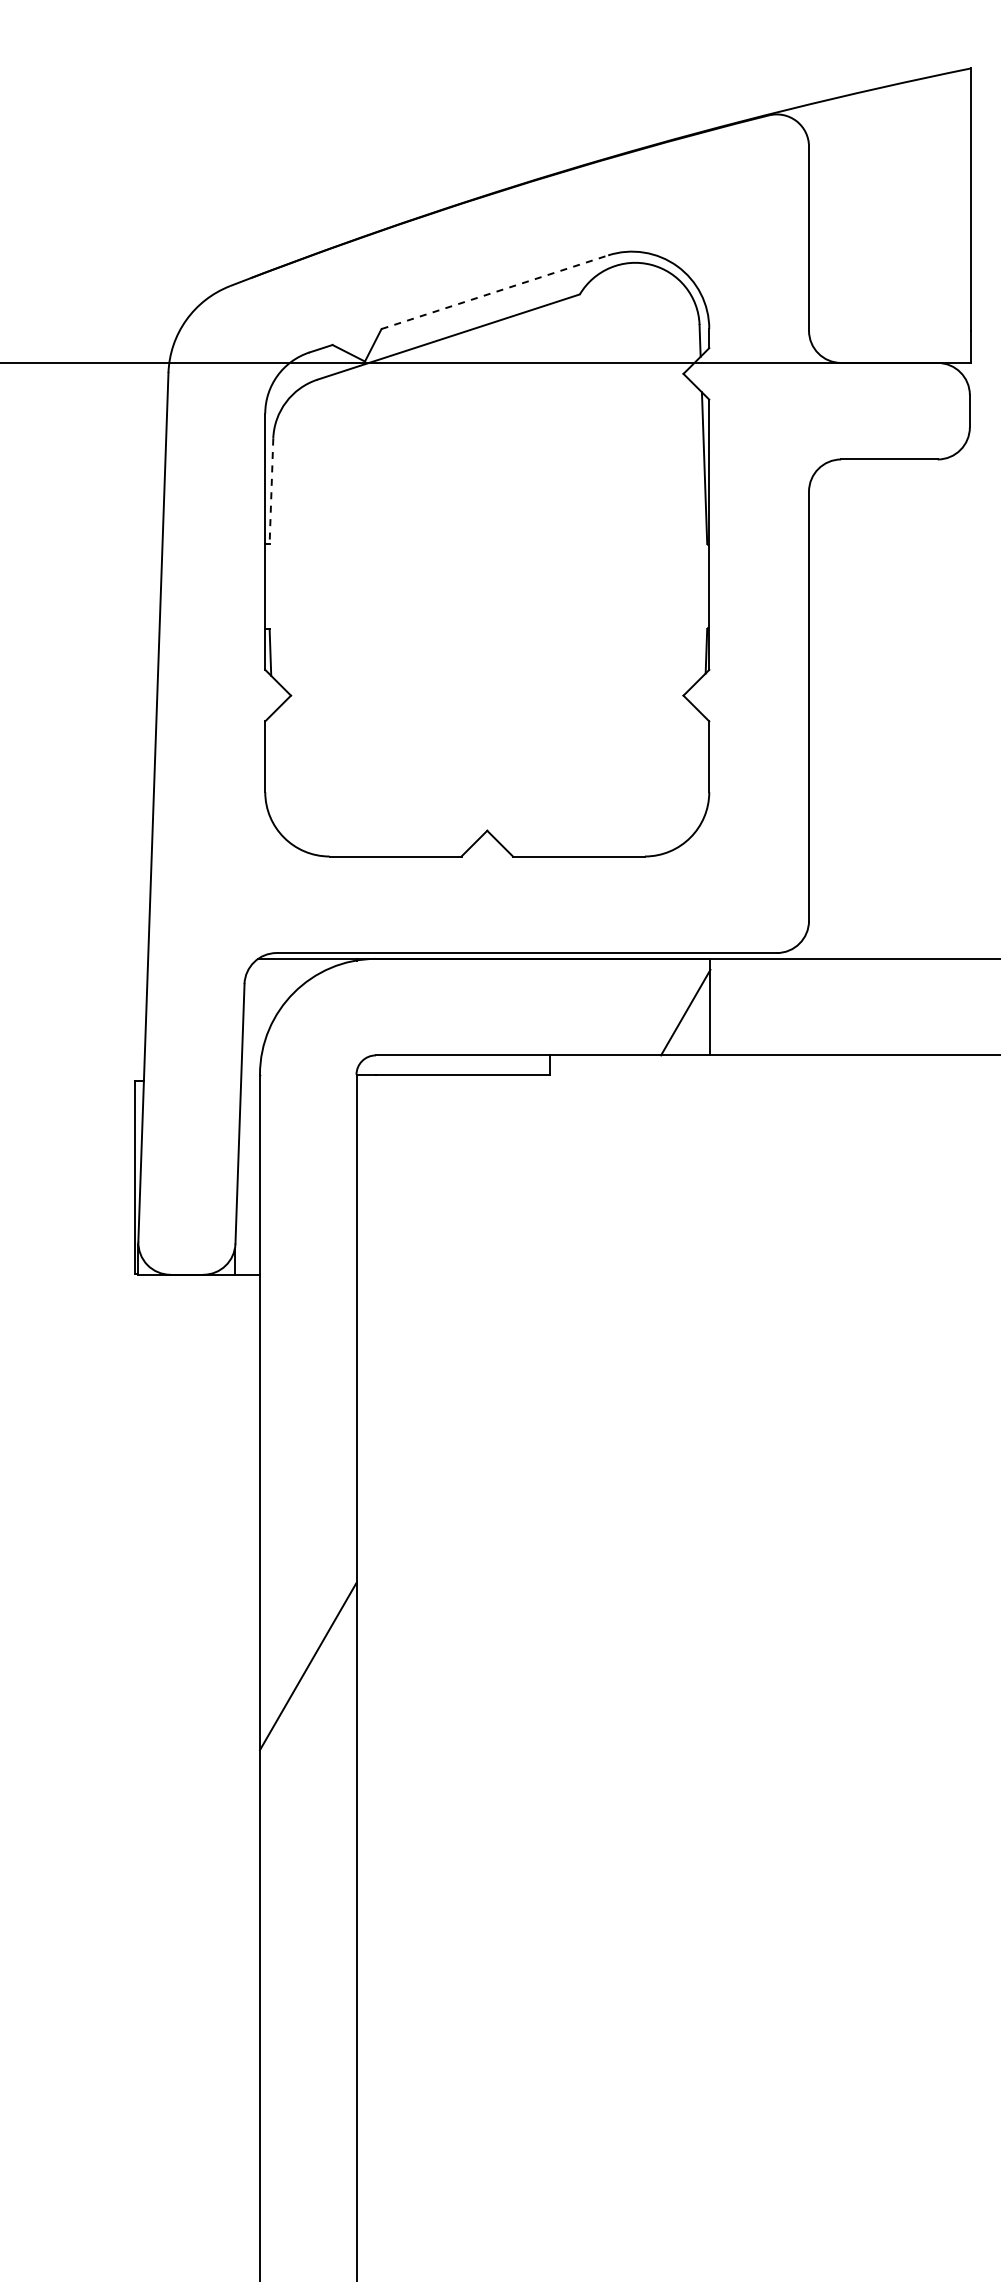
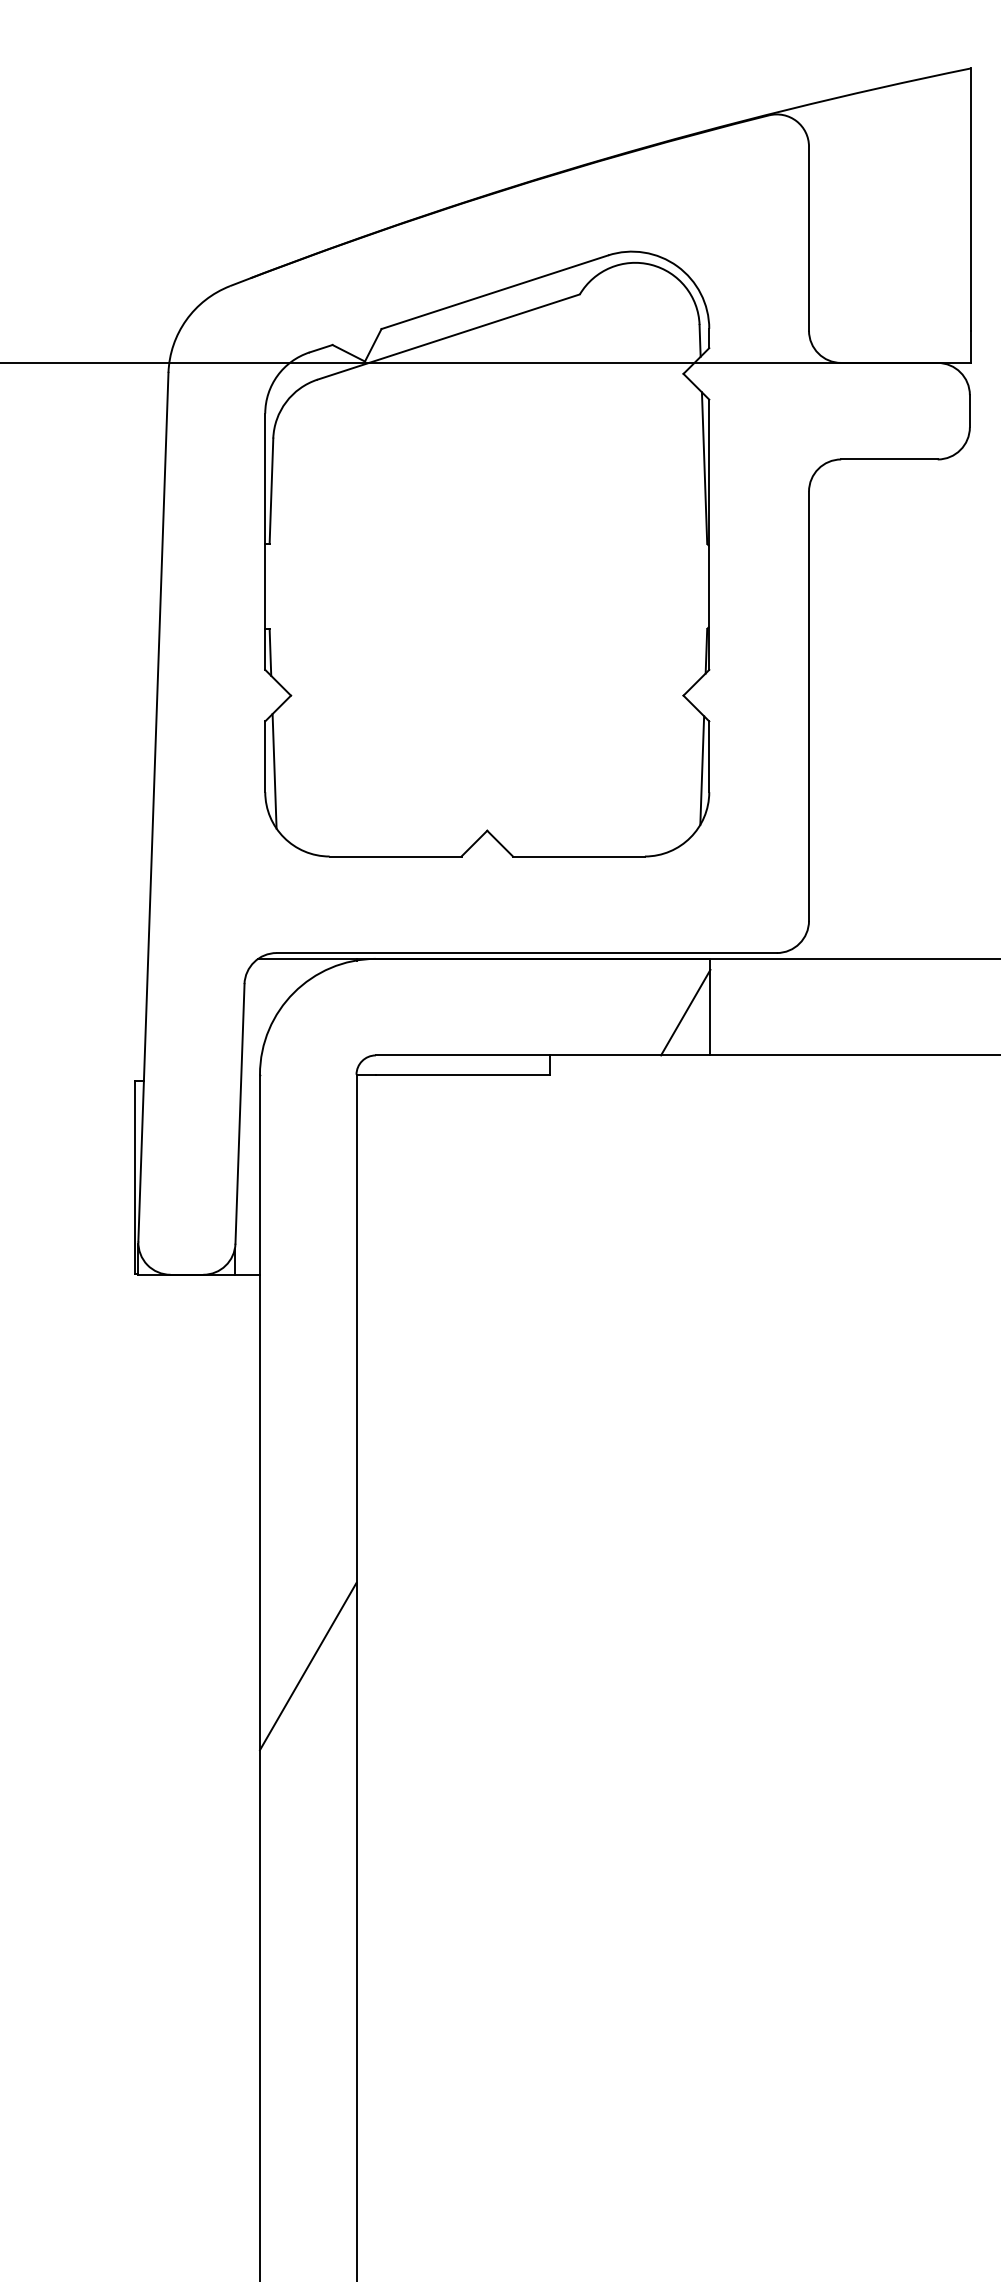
line at (495, 292): dashed -> solid
line at (271, 491): dashed -> solid
line at (702, 770): none -> present
line at (274, 771): none -> present
